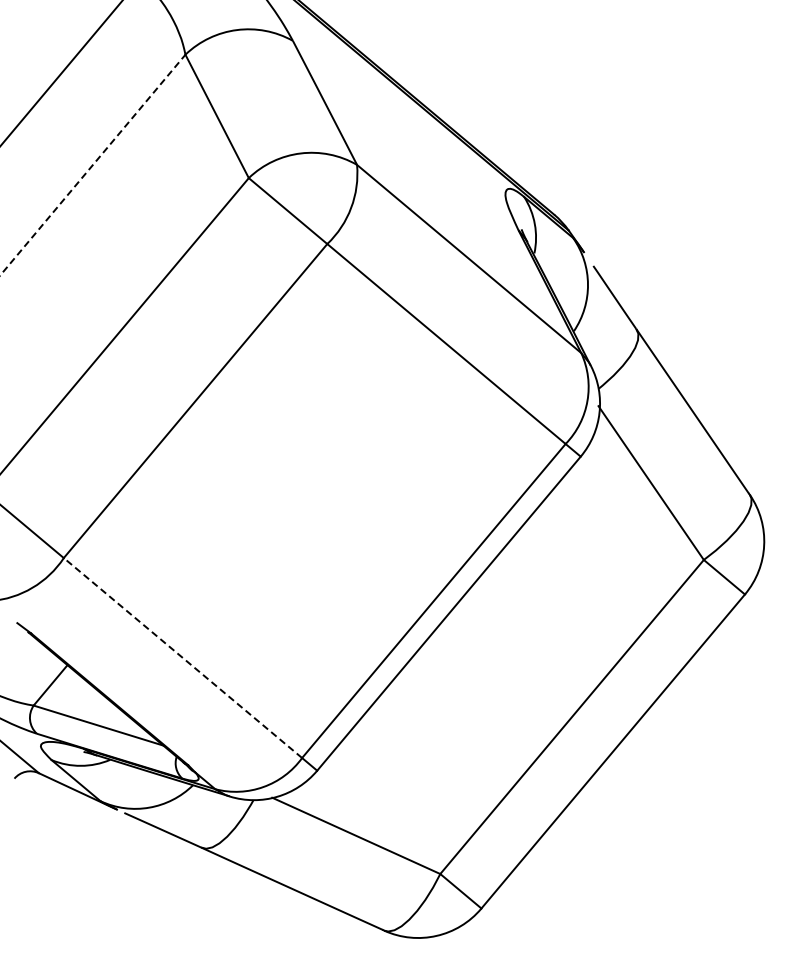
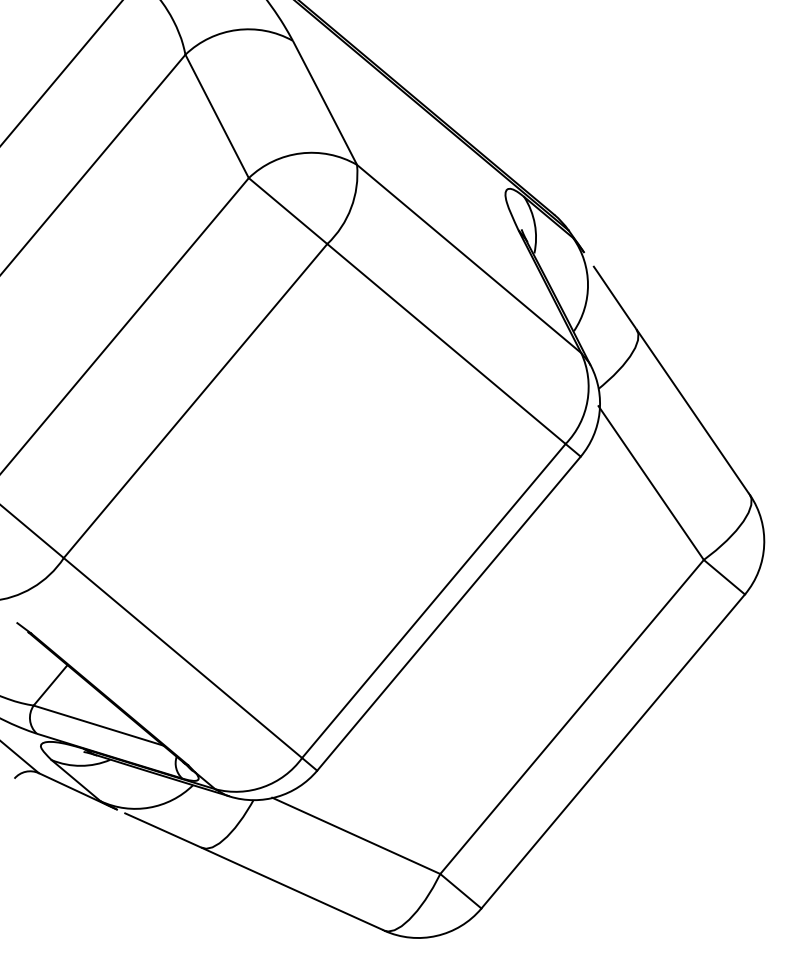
line at (92, 164): dashed -> solid
line at (182, 658): dashed -> solid
